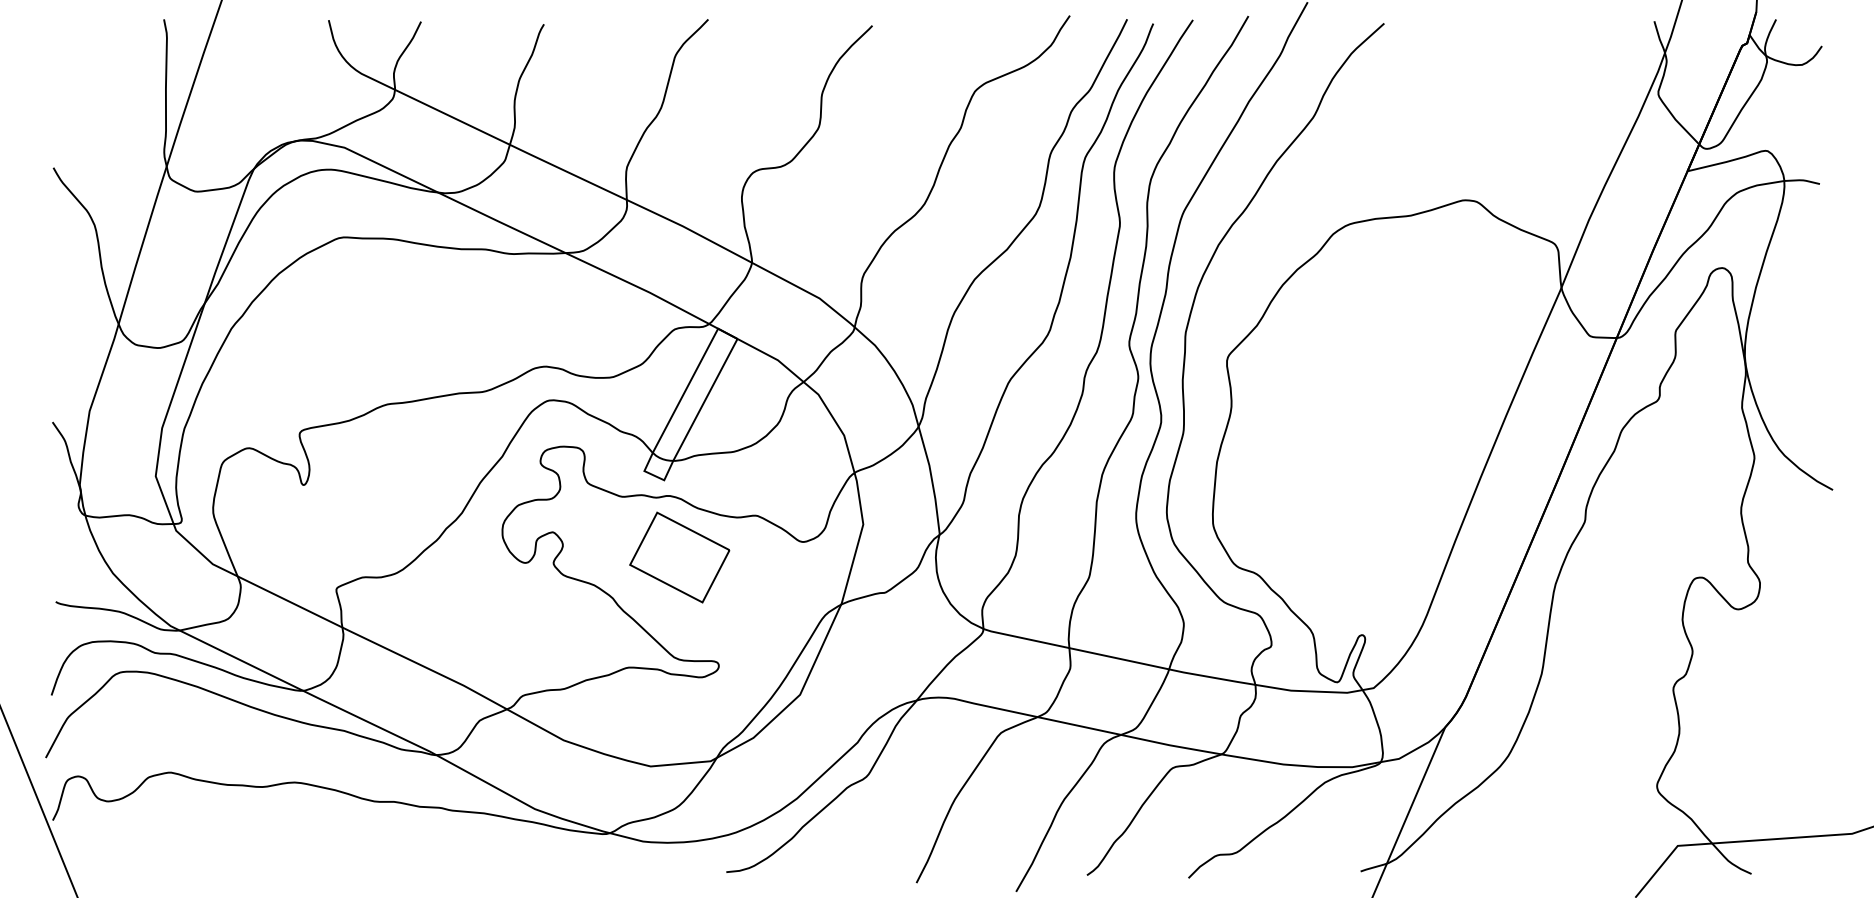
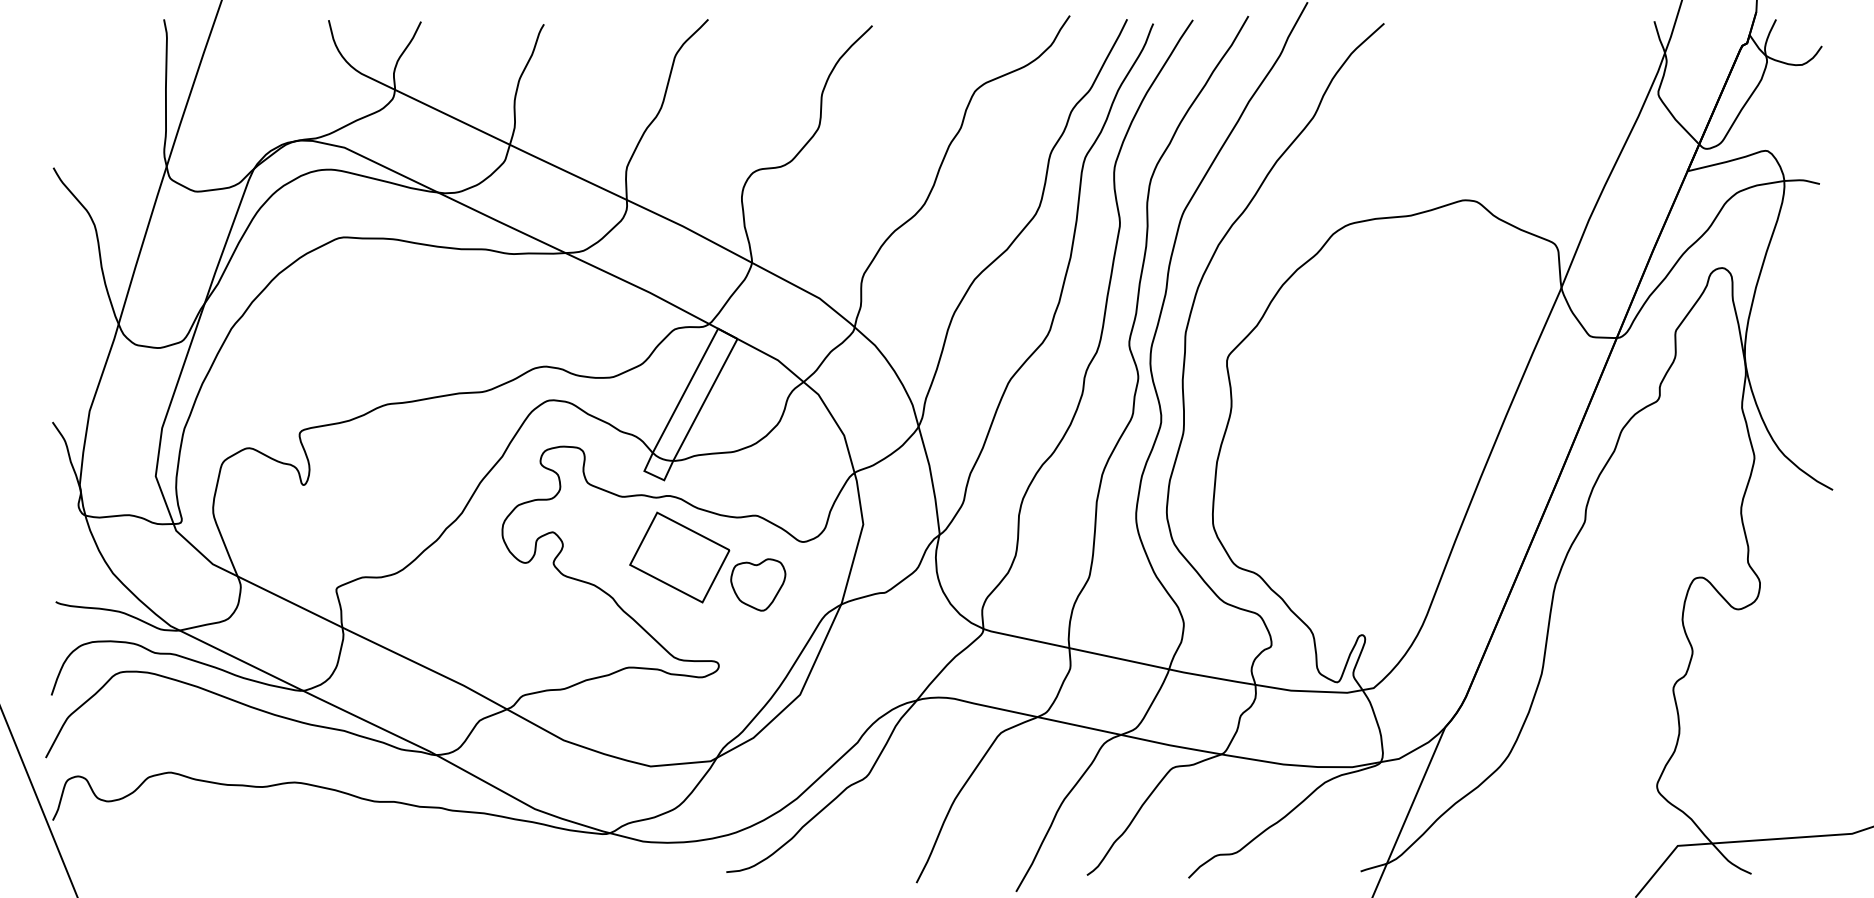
part at (758, 584): none -> present
